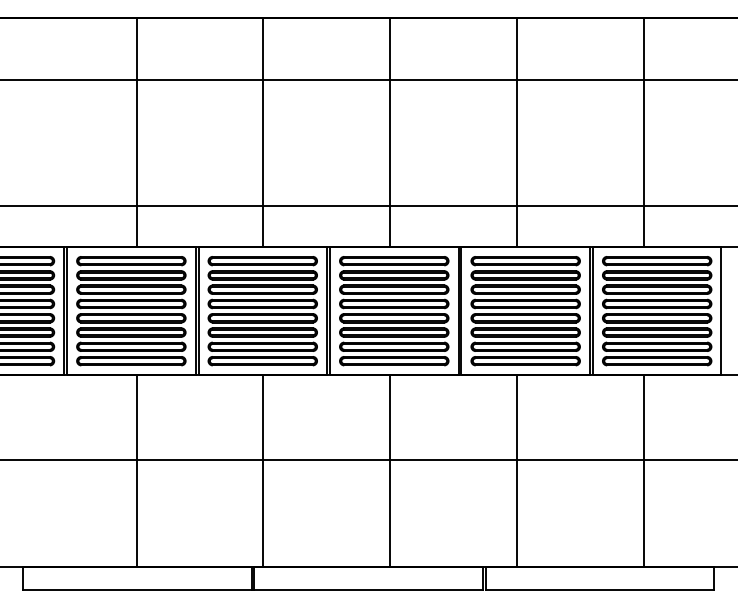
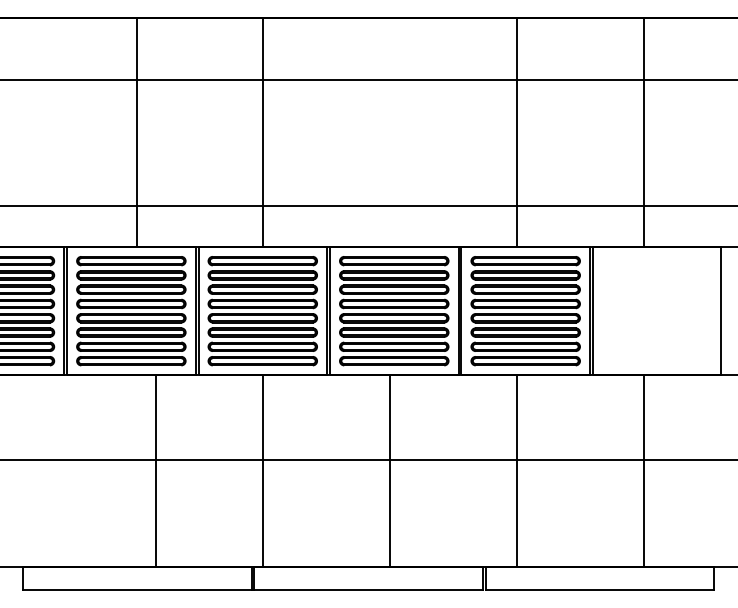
line at (390, 132): present -> none
part at (657, 311): present -> none
line at (136, 470) position: (136, 470) -> (155, 470)
